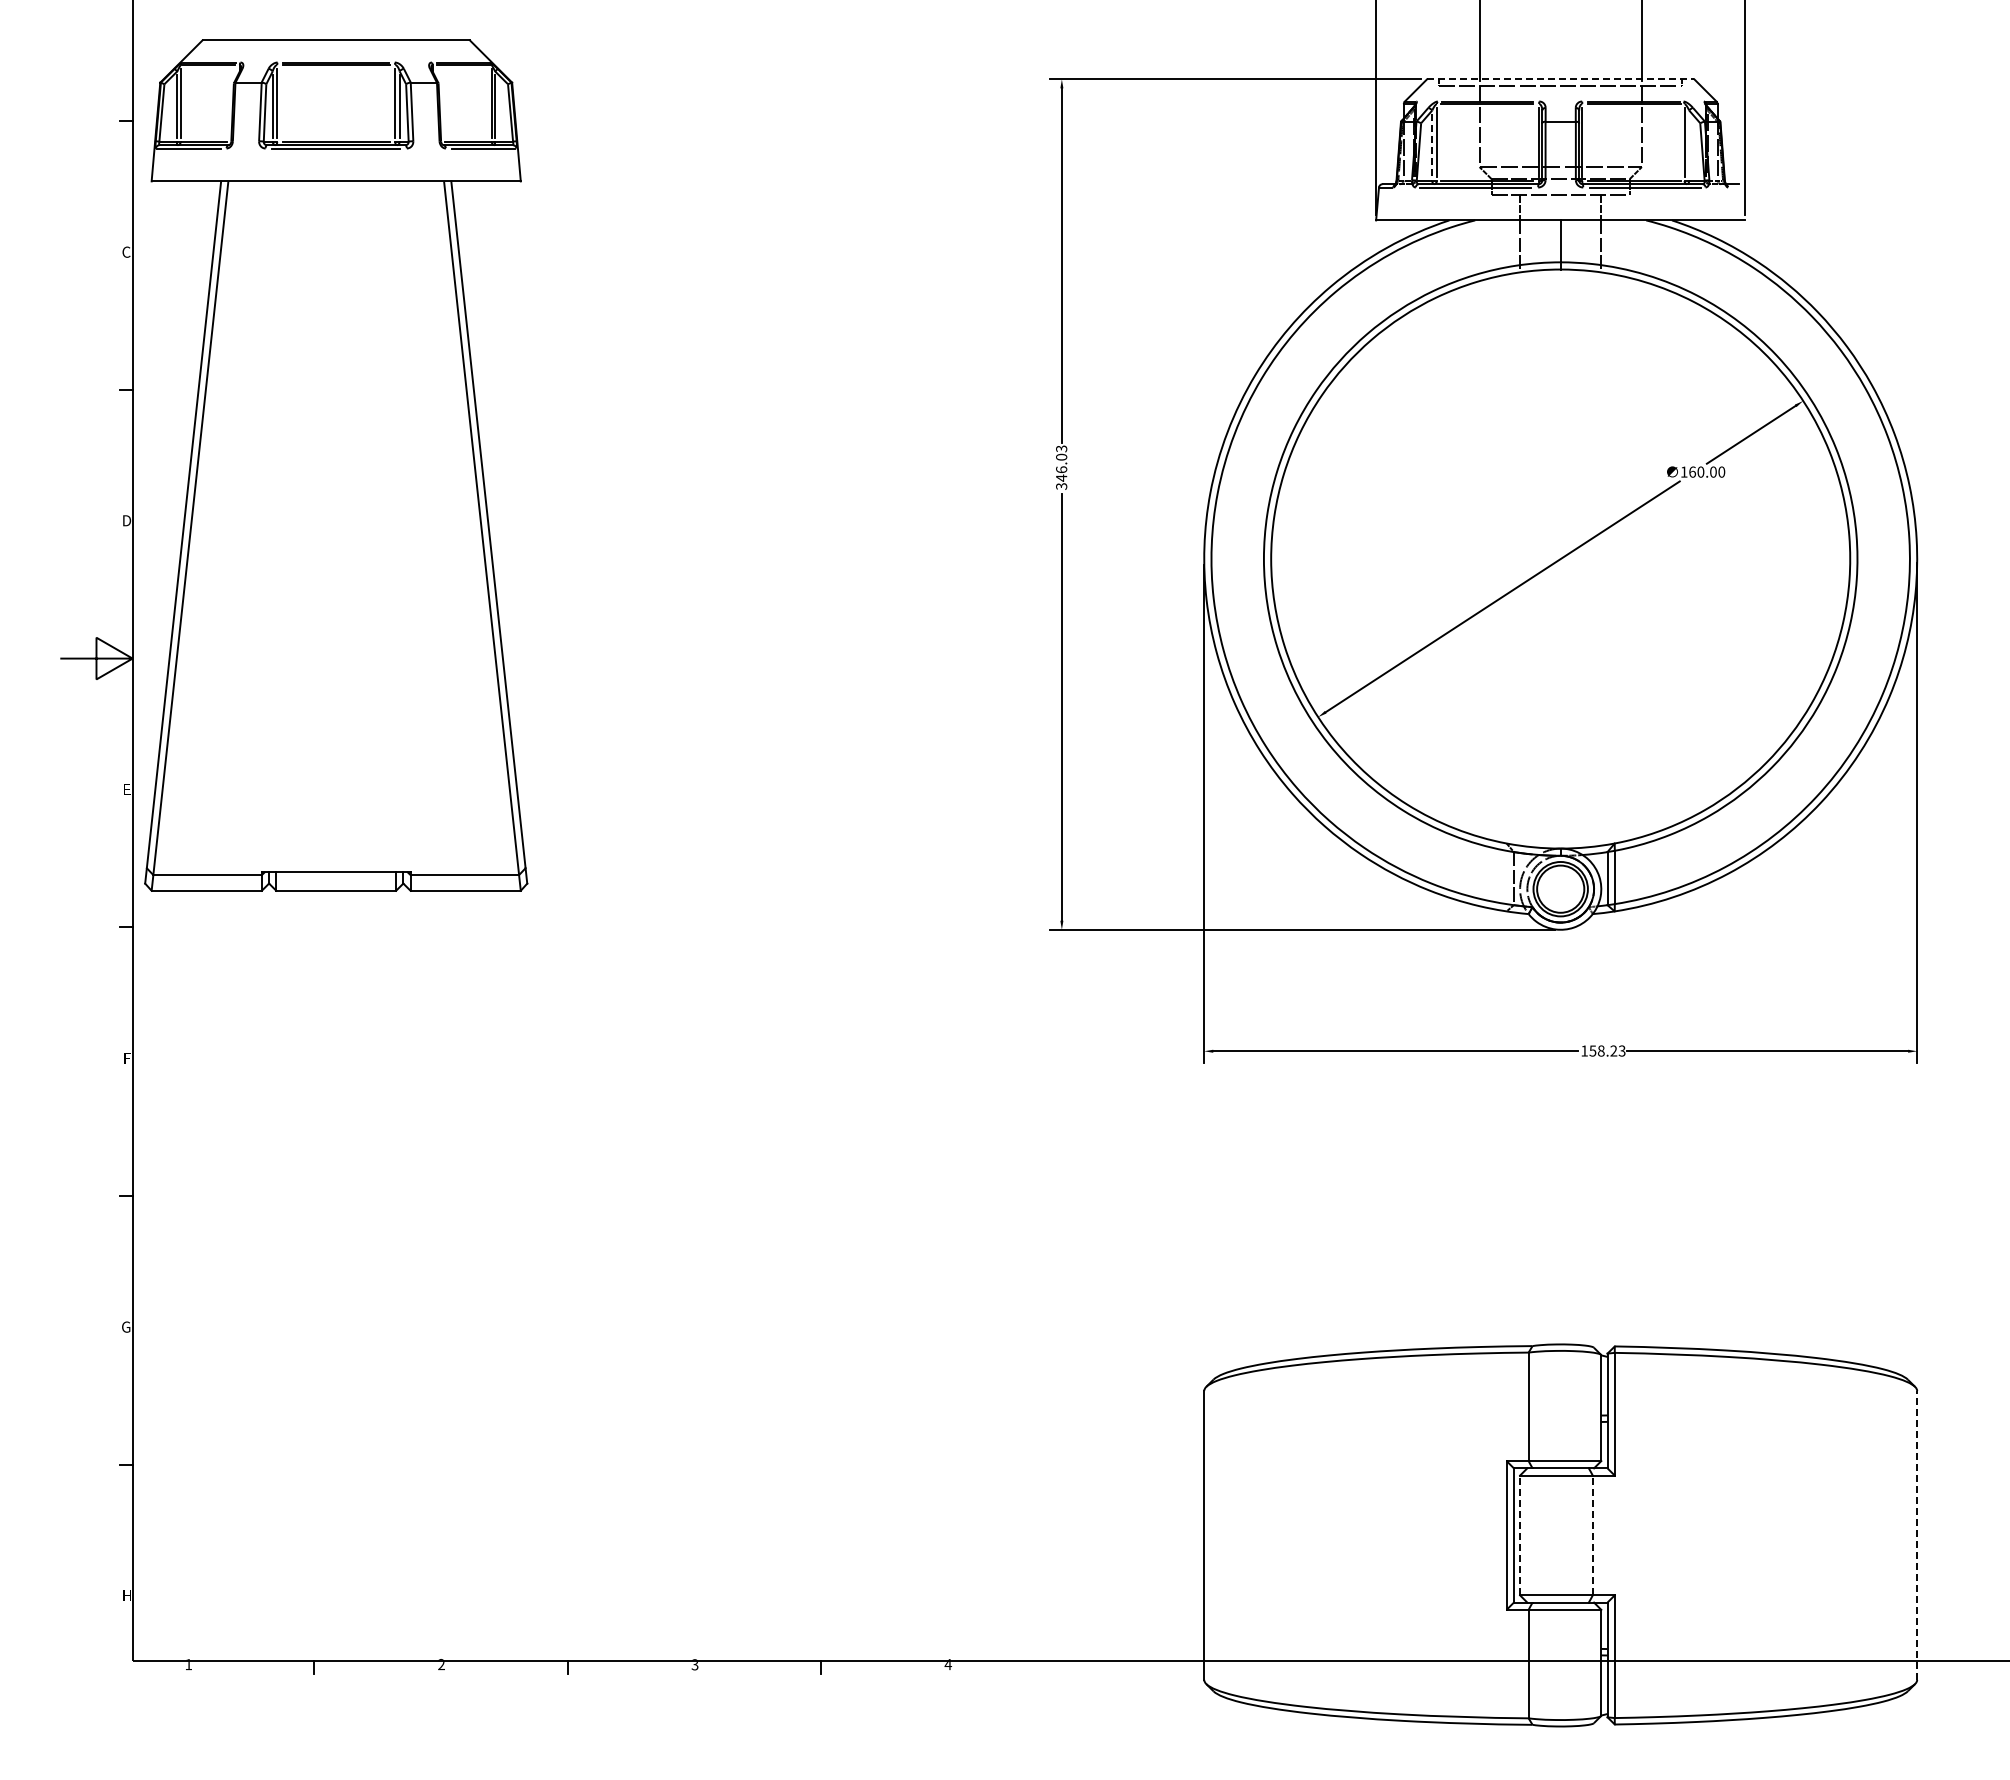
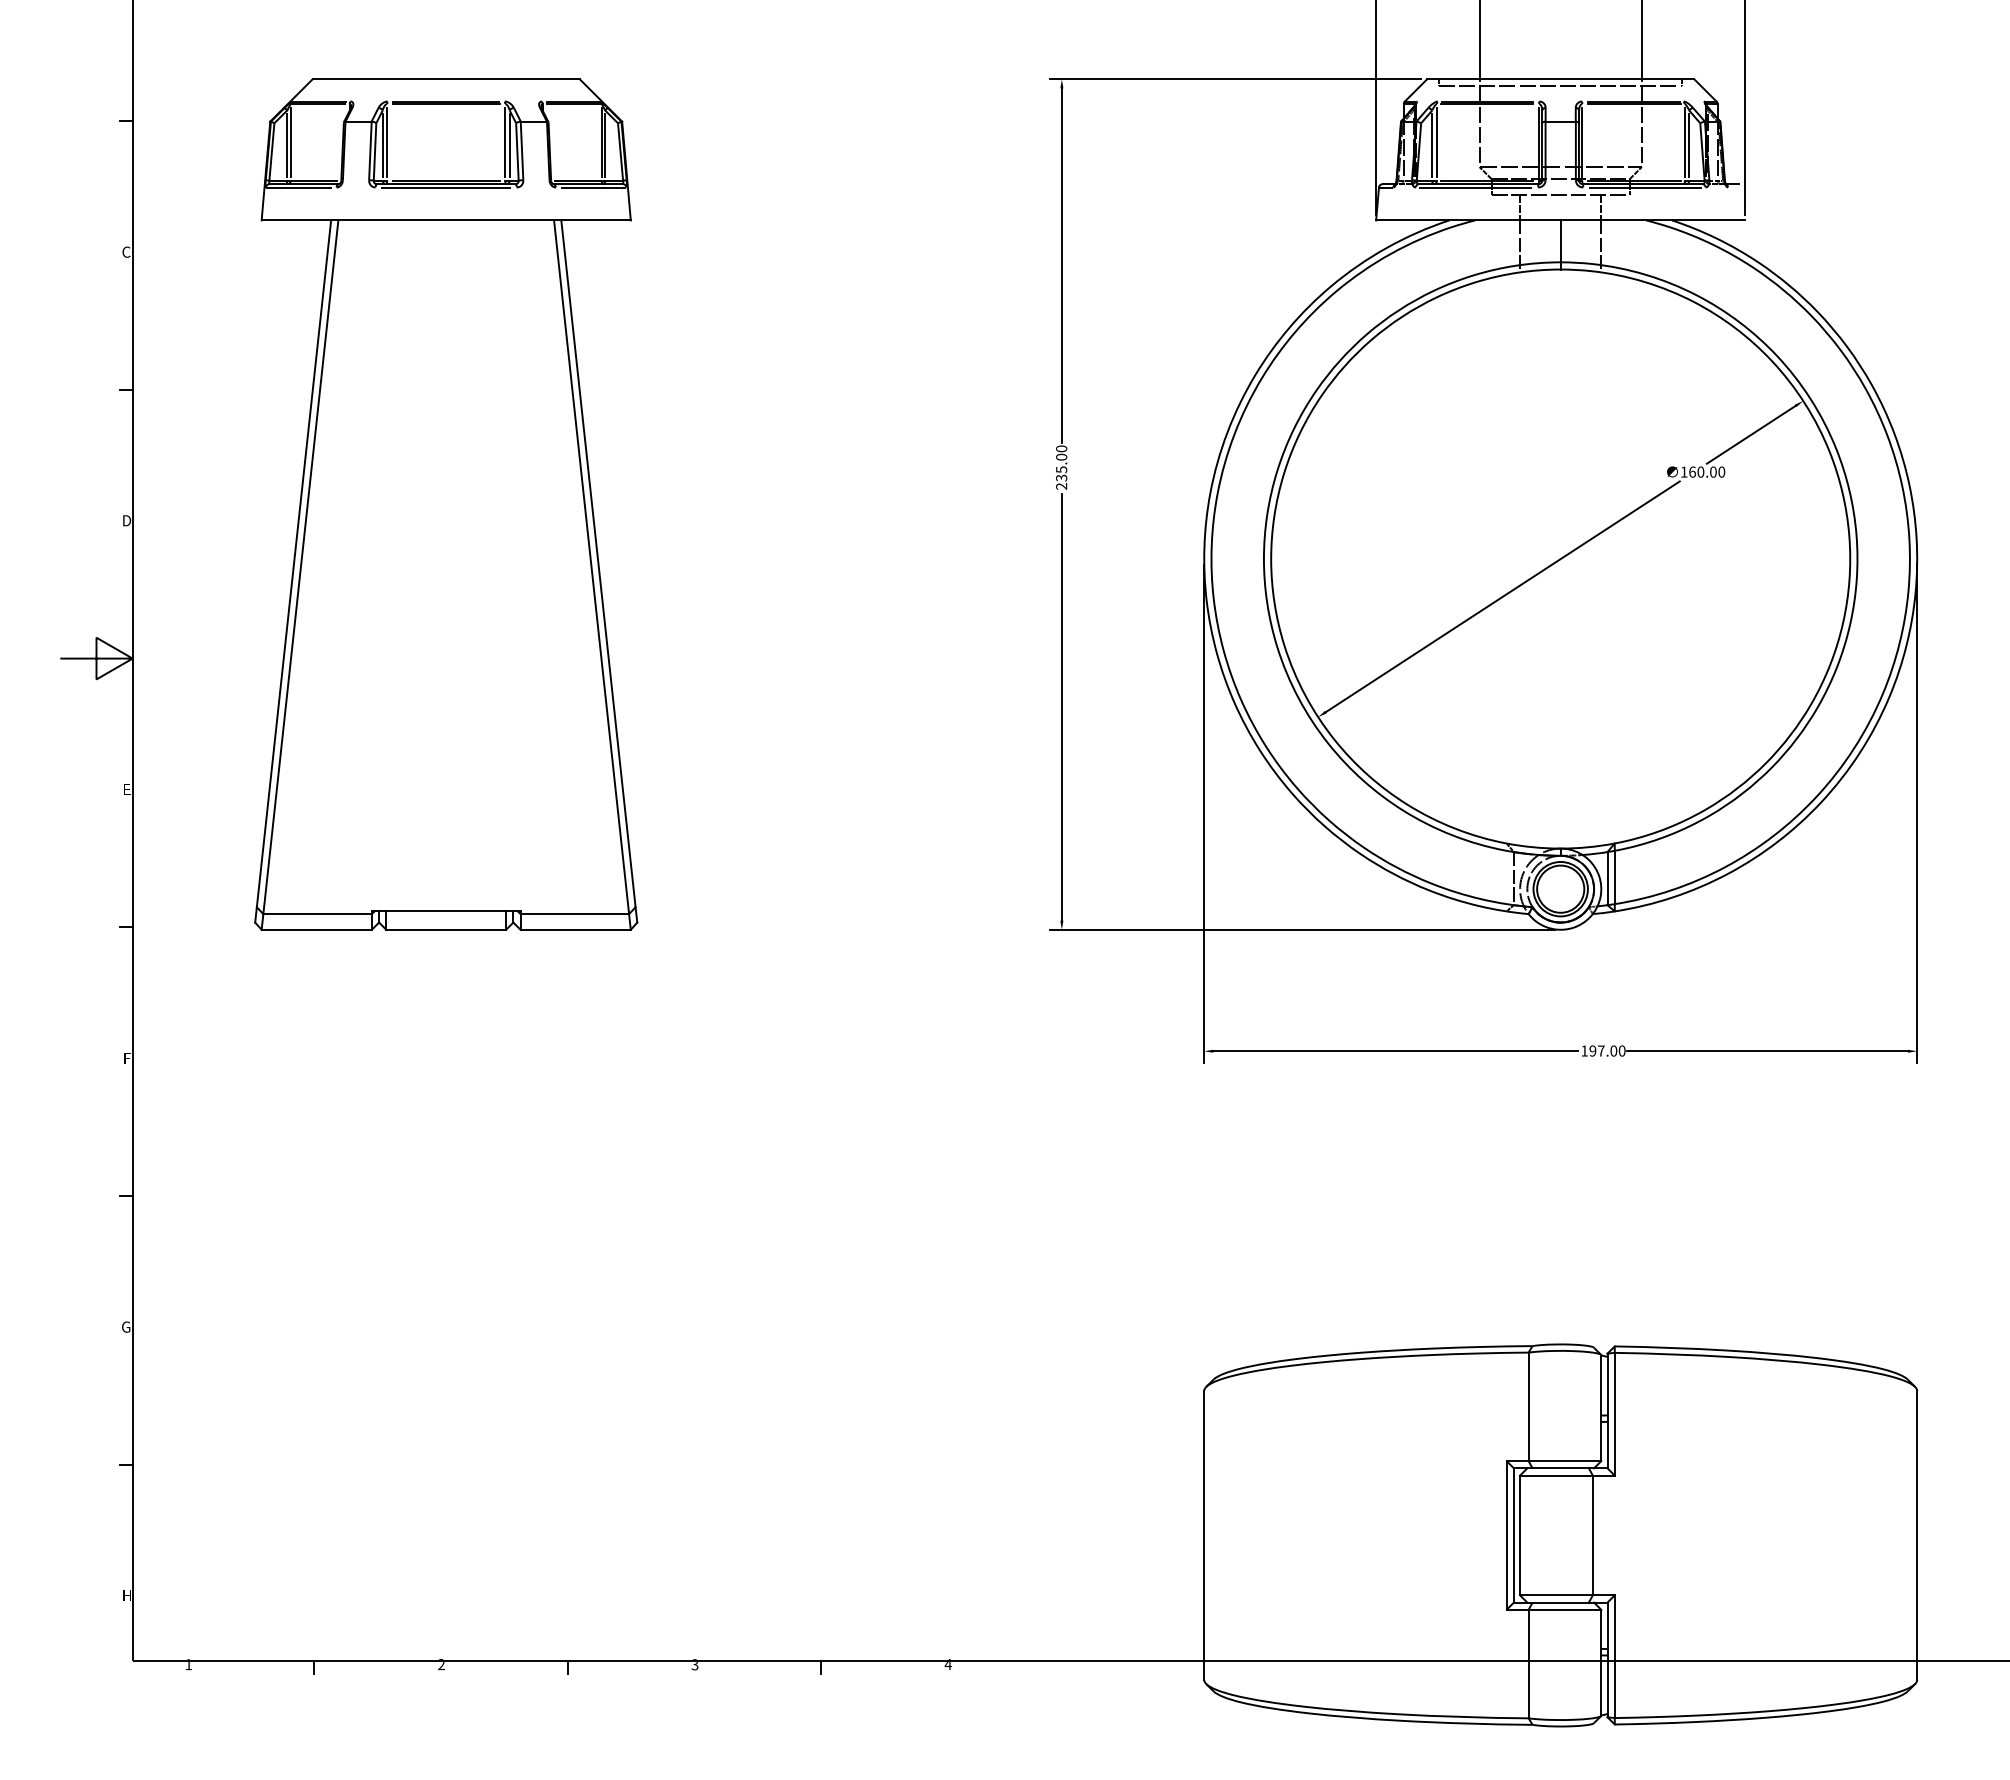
line at (1560, 79): dashed -> solid
line at (1432, 145): dashed -> solid
line at (1689, 145): none -> present
part at (336, 465) position: (336, 465) -> (446, 504)
text at (1061, 467): 346.03 -> 235.00
text at (1607, 1050): 158.23 -> 197.00
line at (1917, 1534): dashed -> solid
line at (1520, 1535): dashed -> solid
line at (1592, 1535): dashed -> solid
